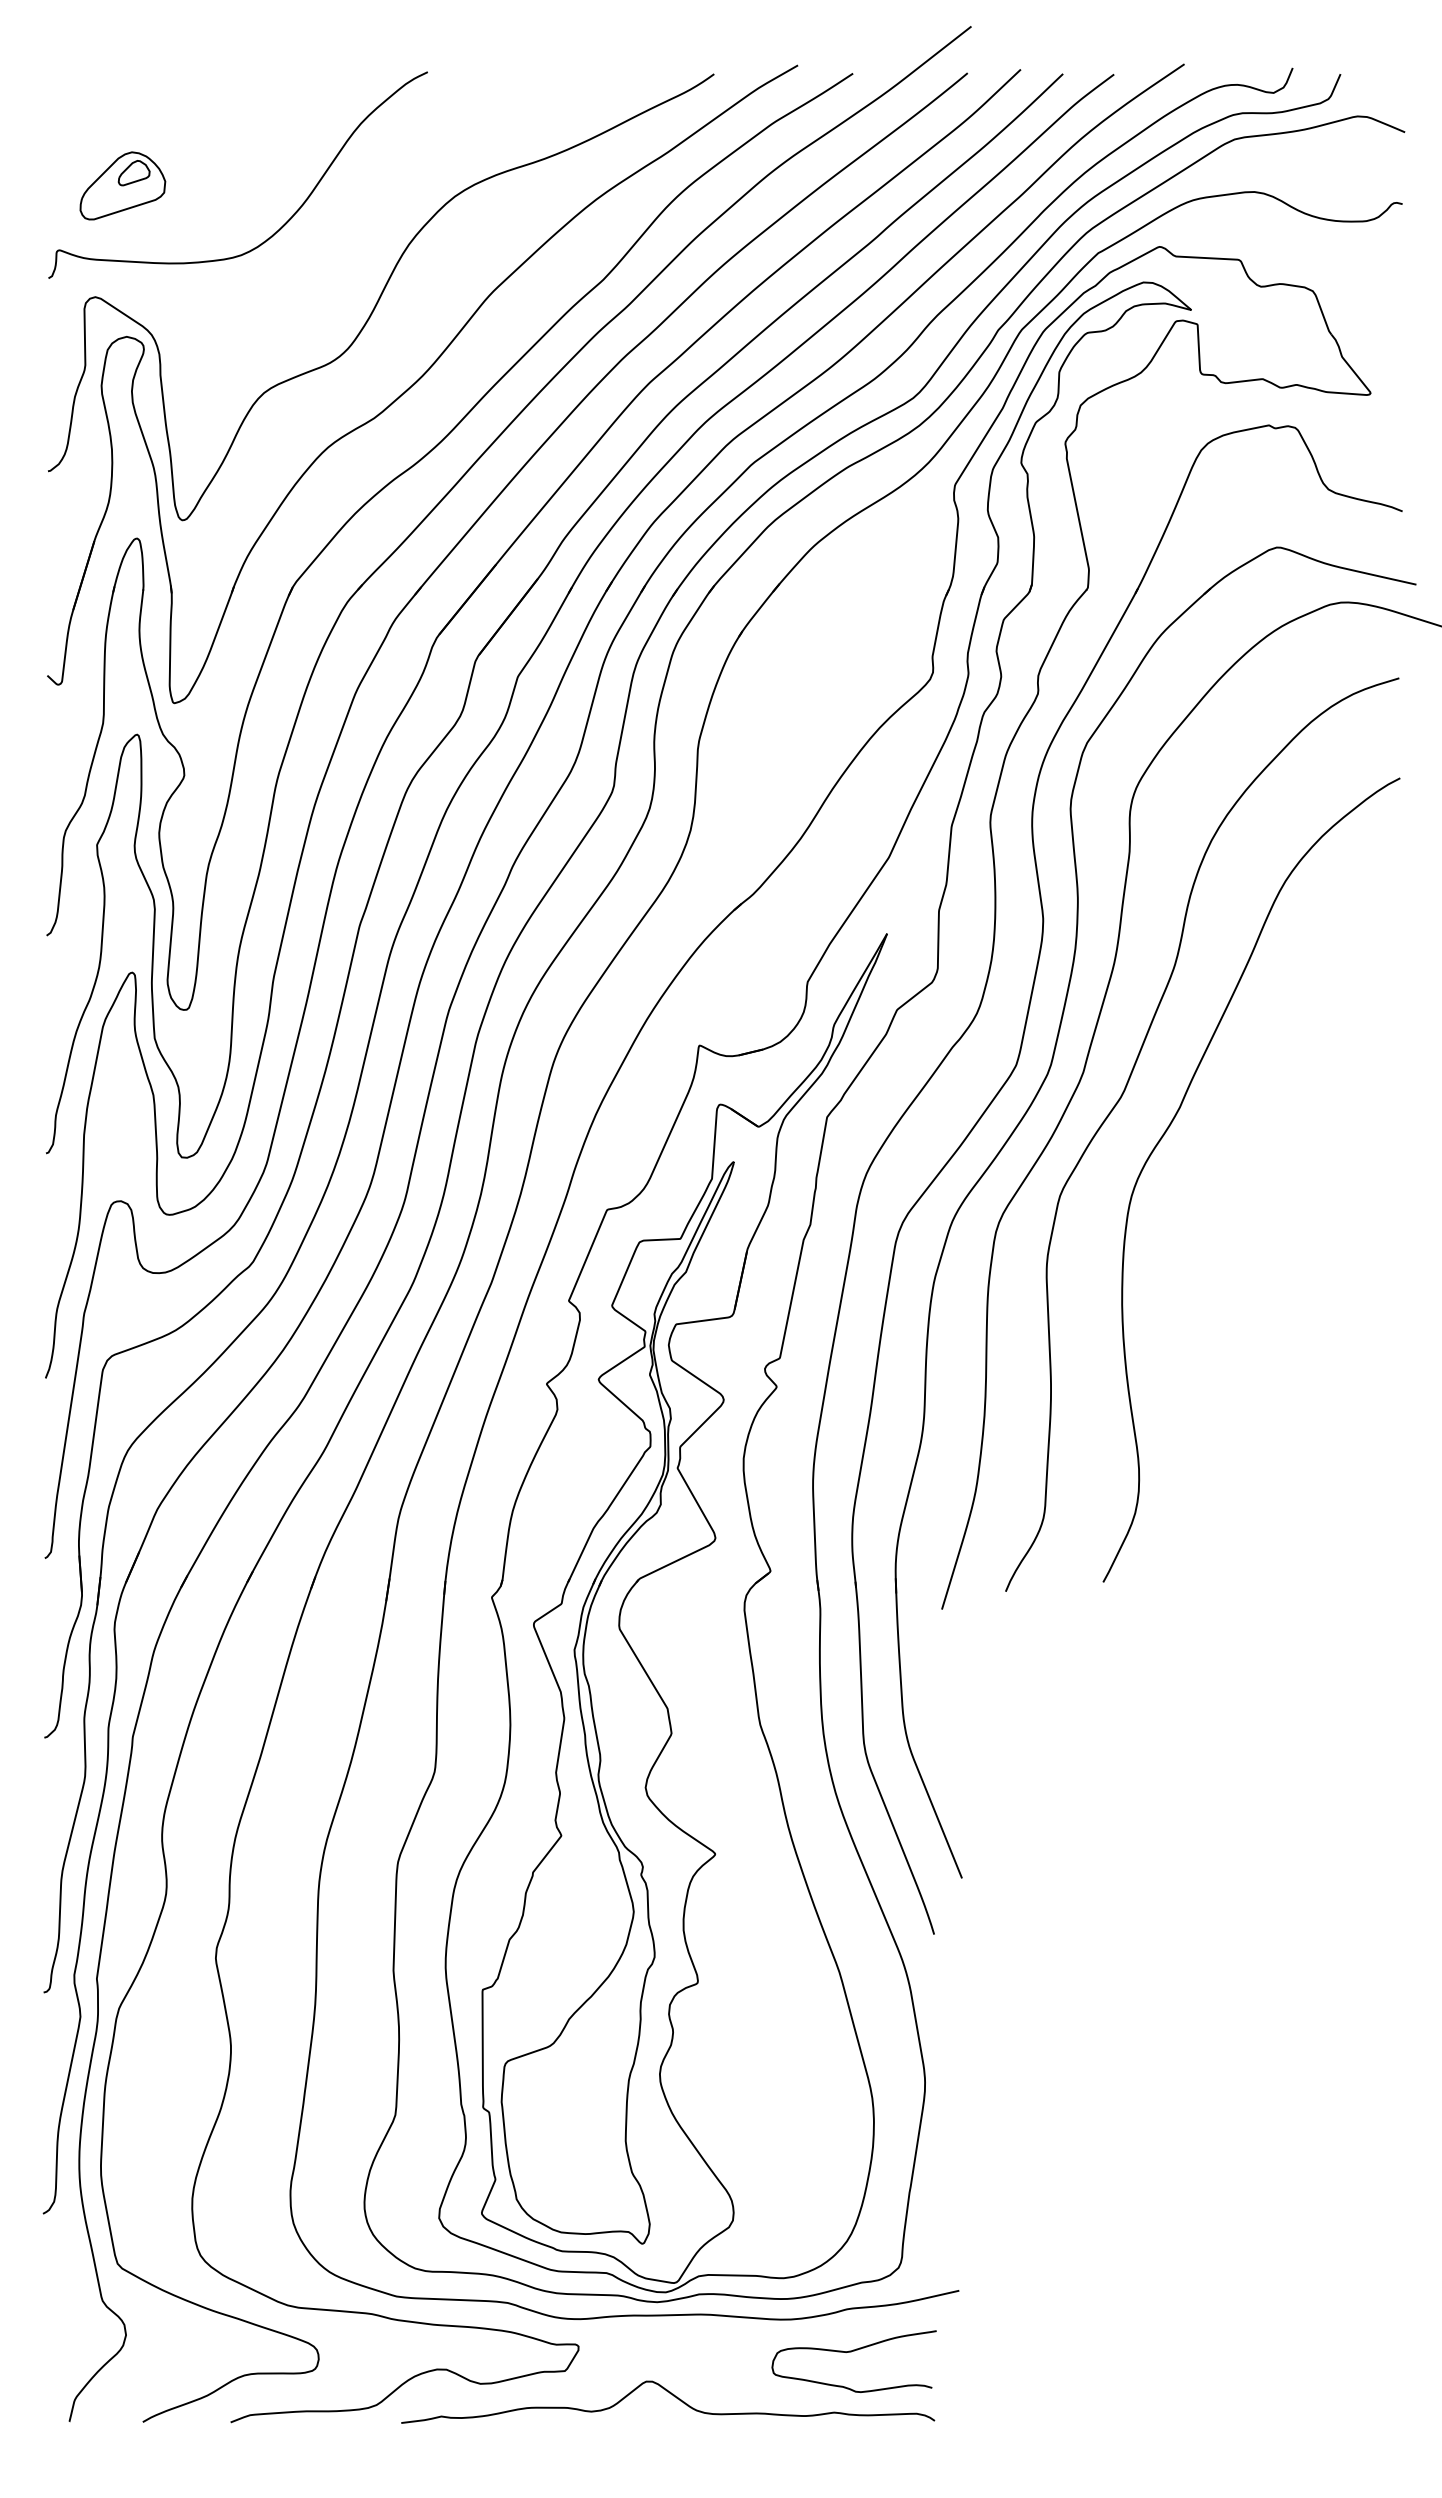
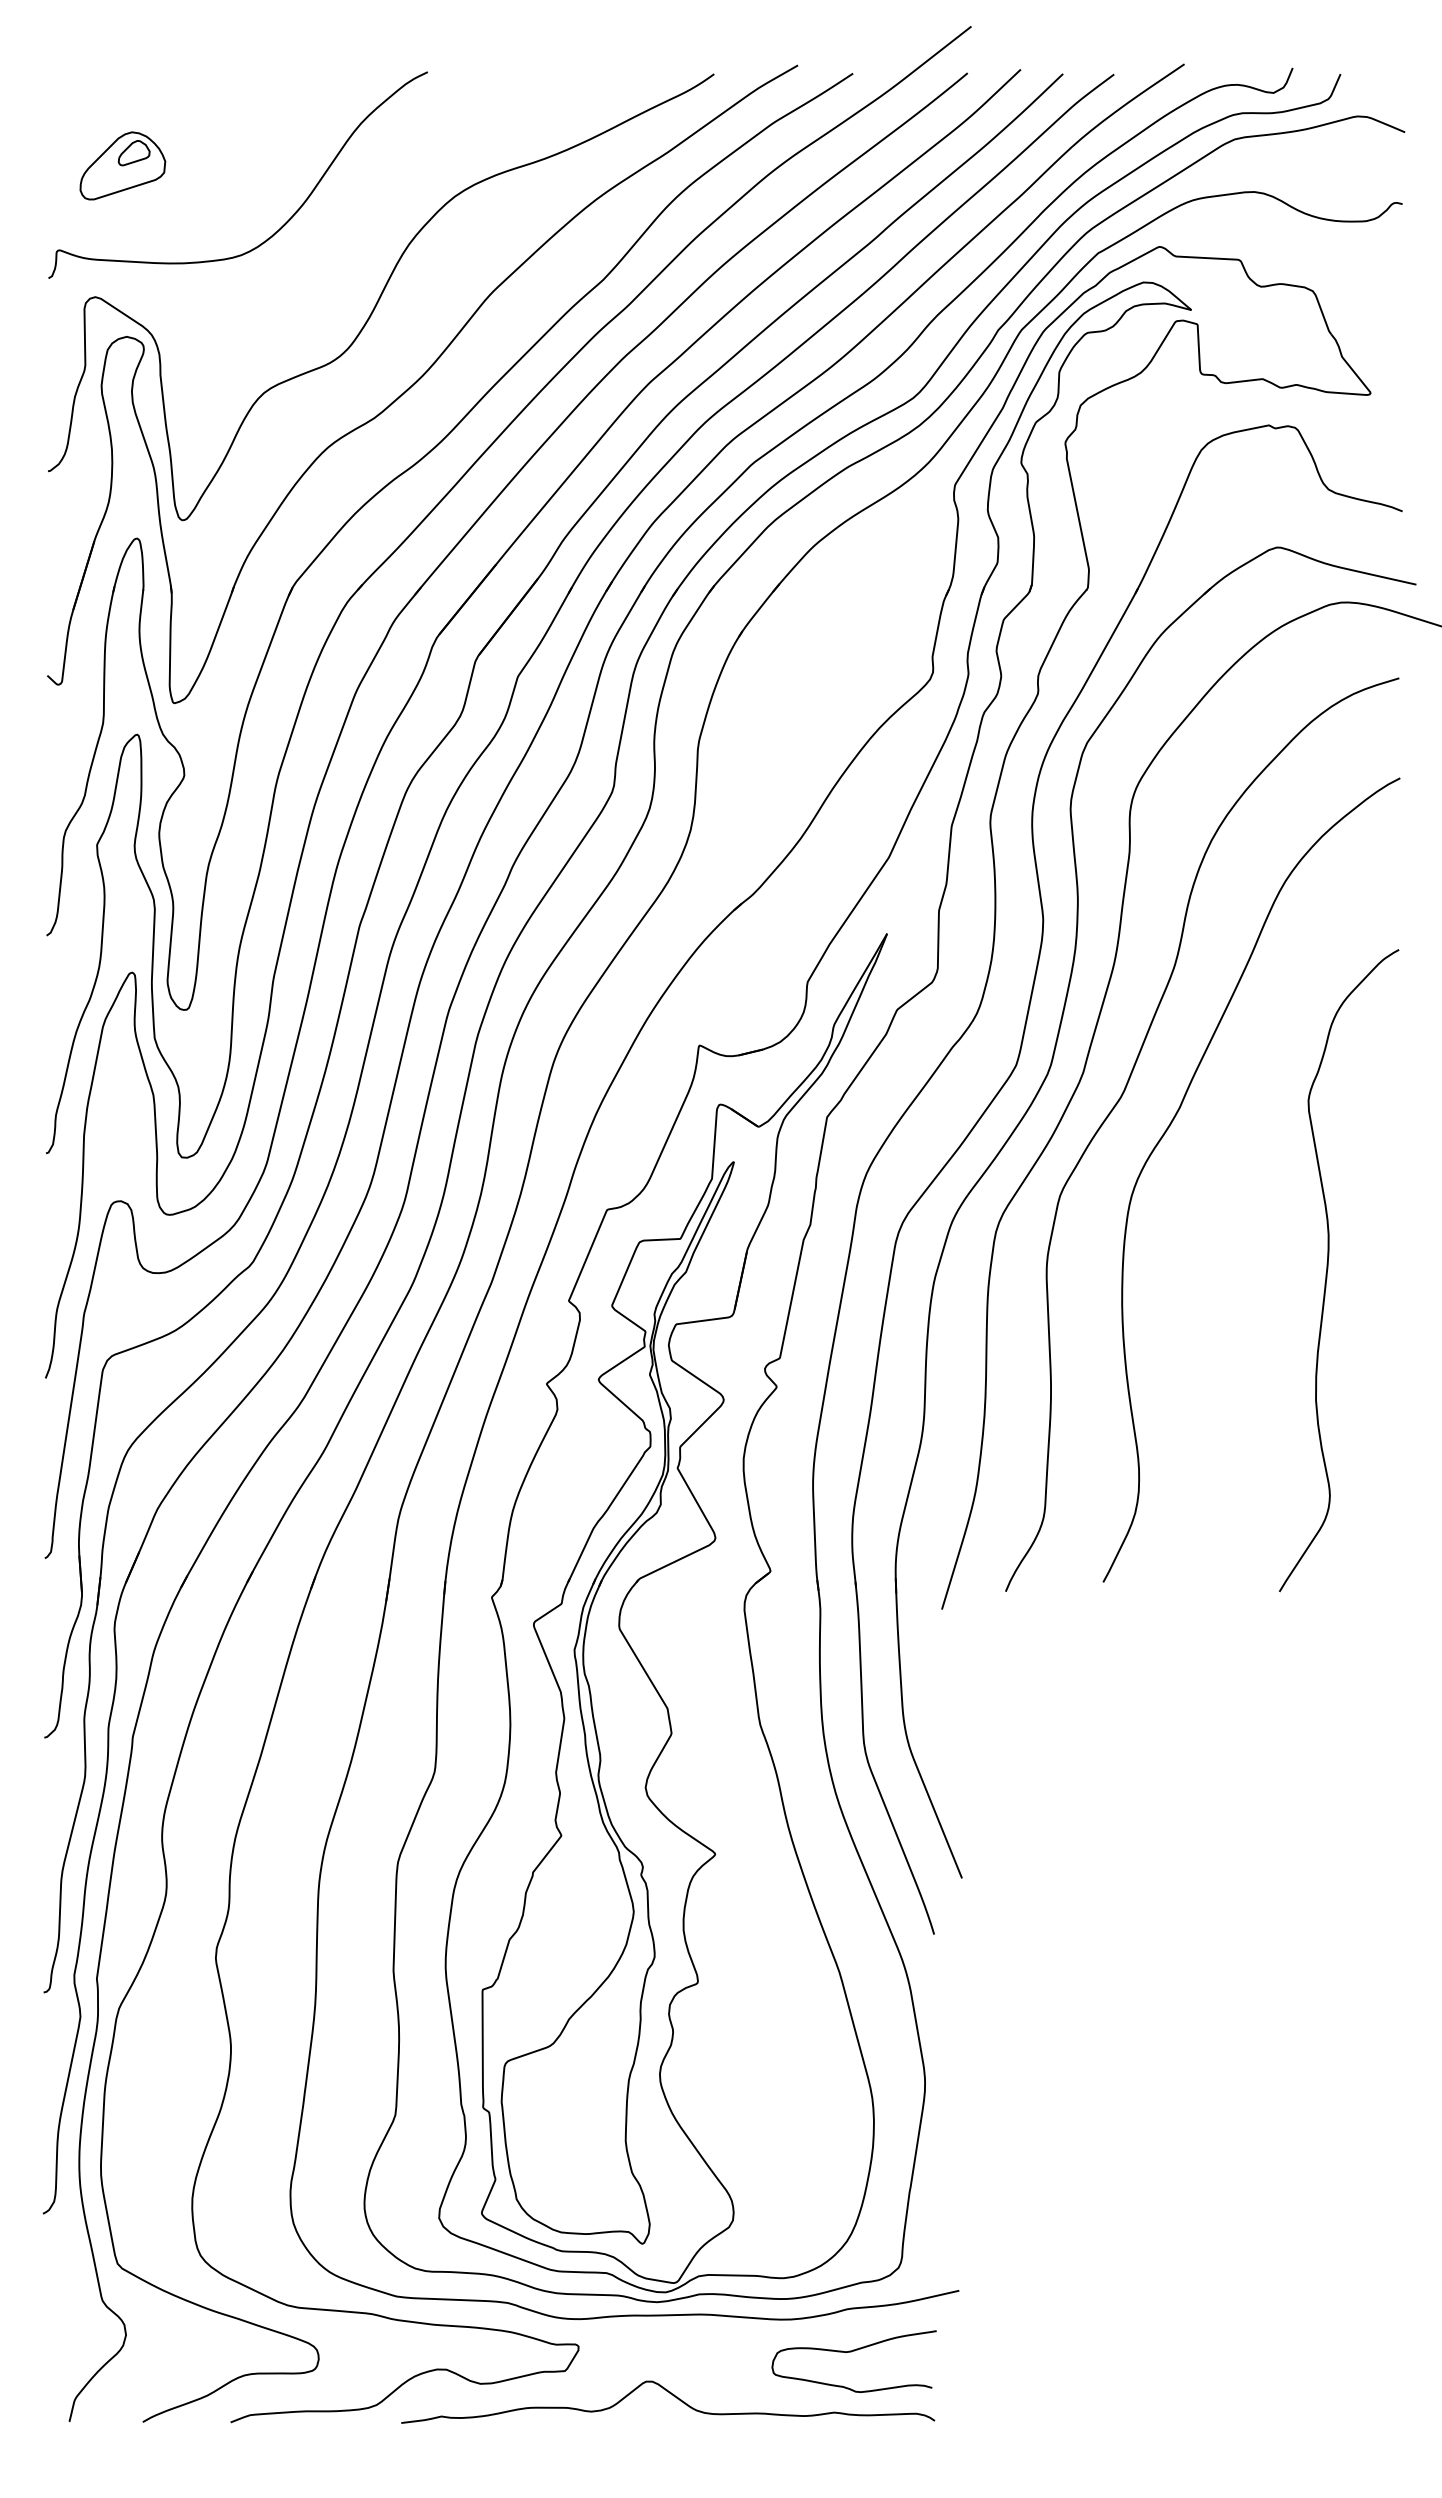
part at (122, 185) position: (122, 185) -> (122, 165)
curve at (1328, 1269): none -> present
